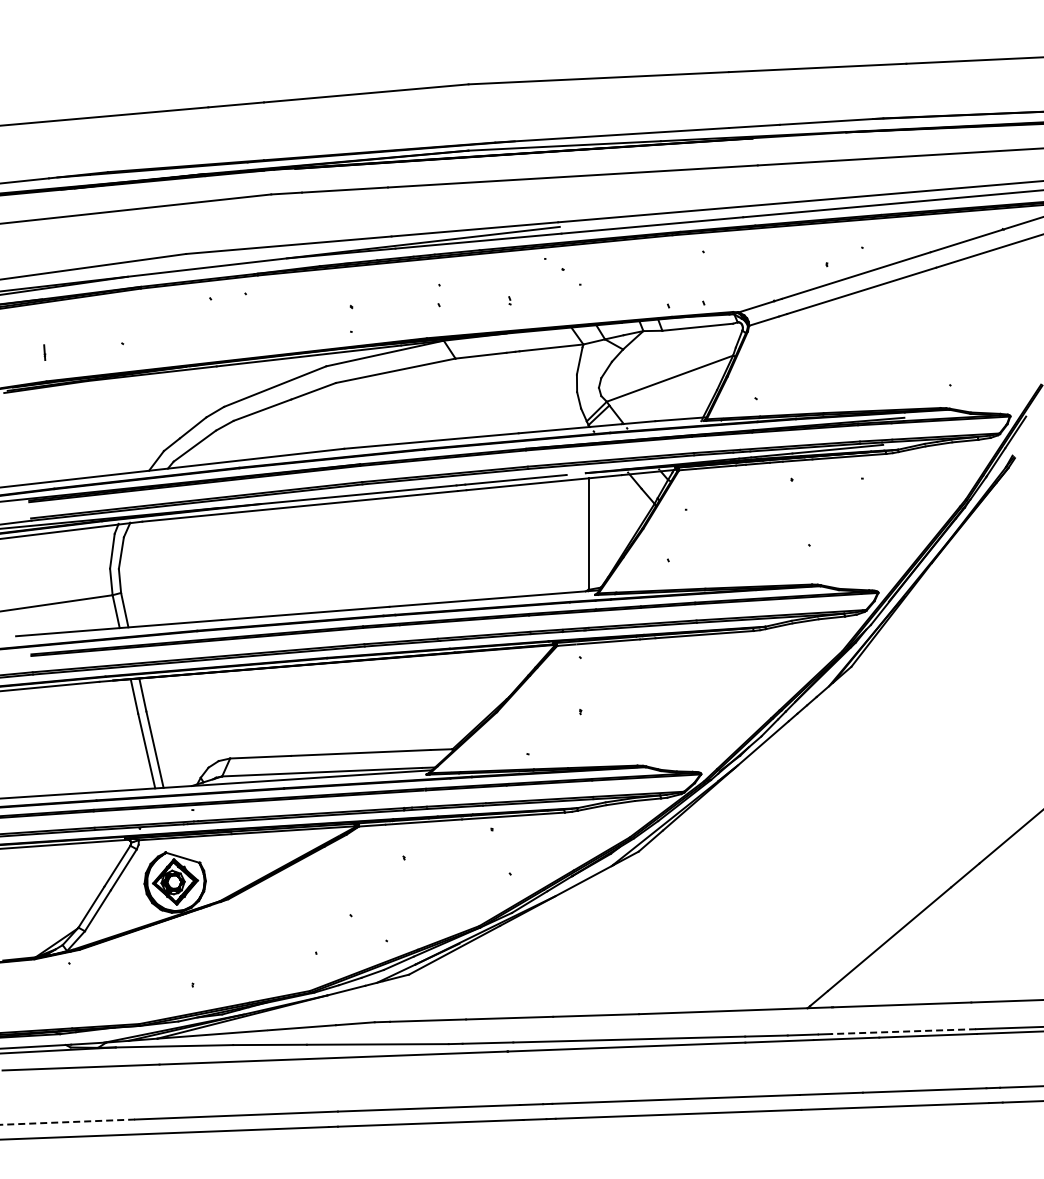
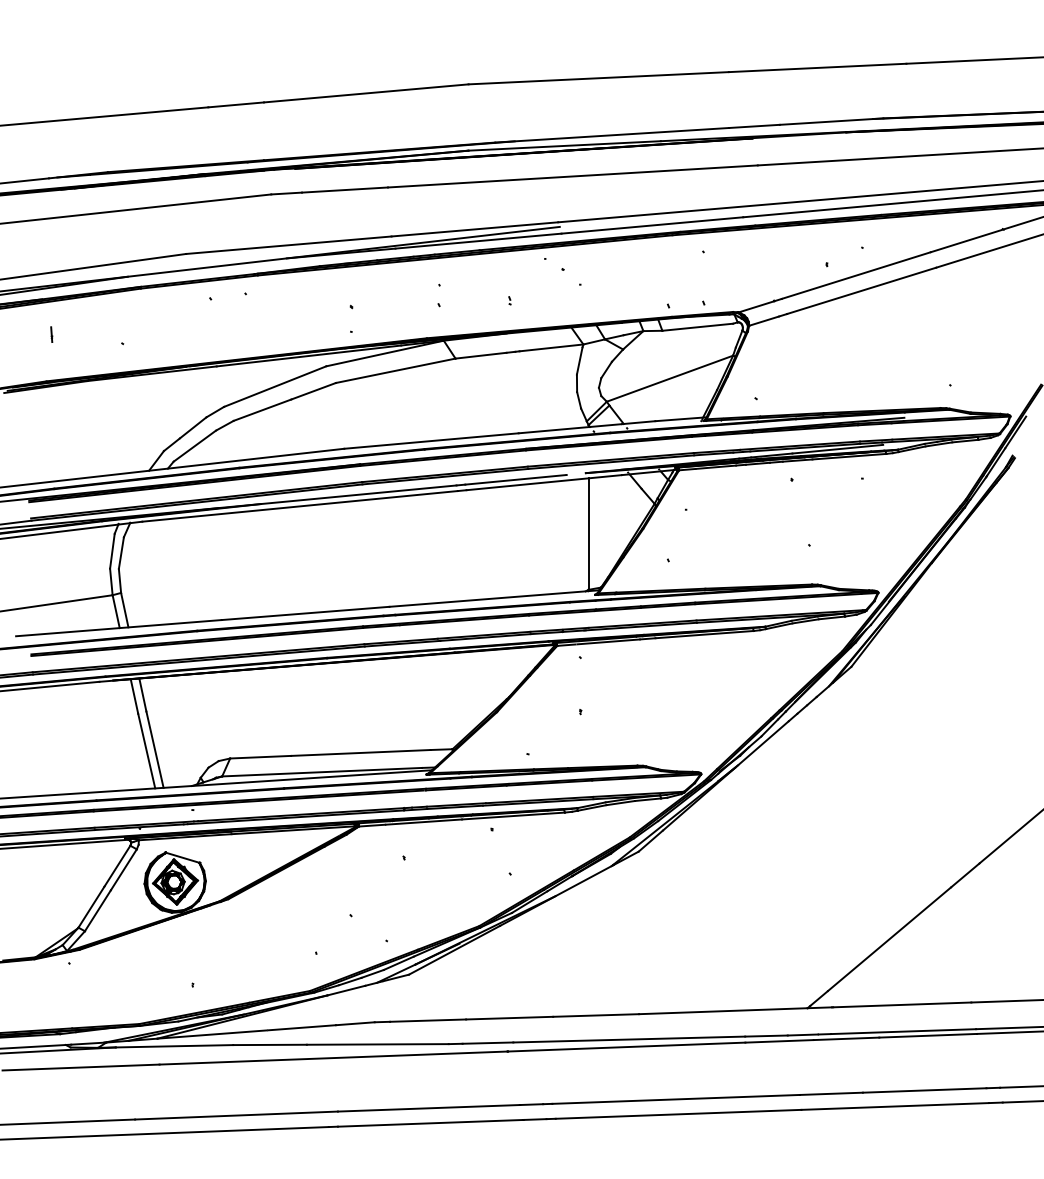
line at (44, 352) position: (44, 352) -> (51, 334)
line at (903, 1031): dashed -> solid
line at (68, 1122): dashed -> solid
